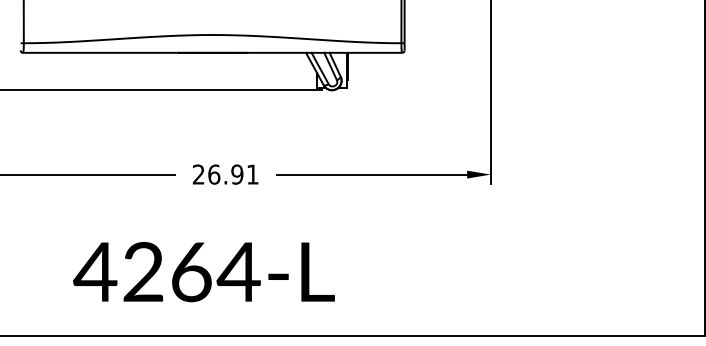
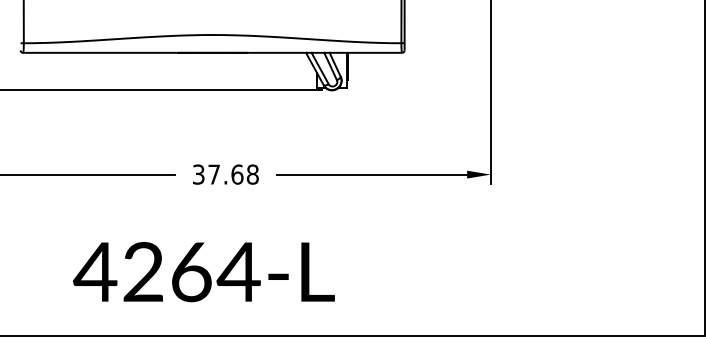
text at (225, 174): 26.91 -> 37.68
